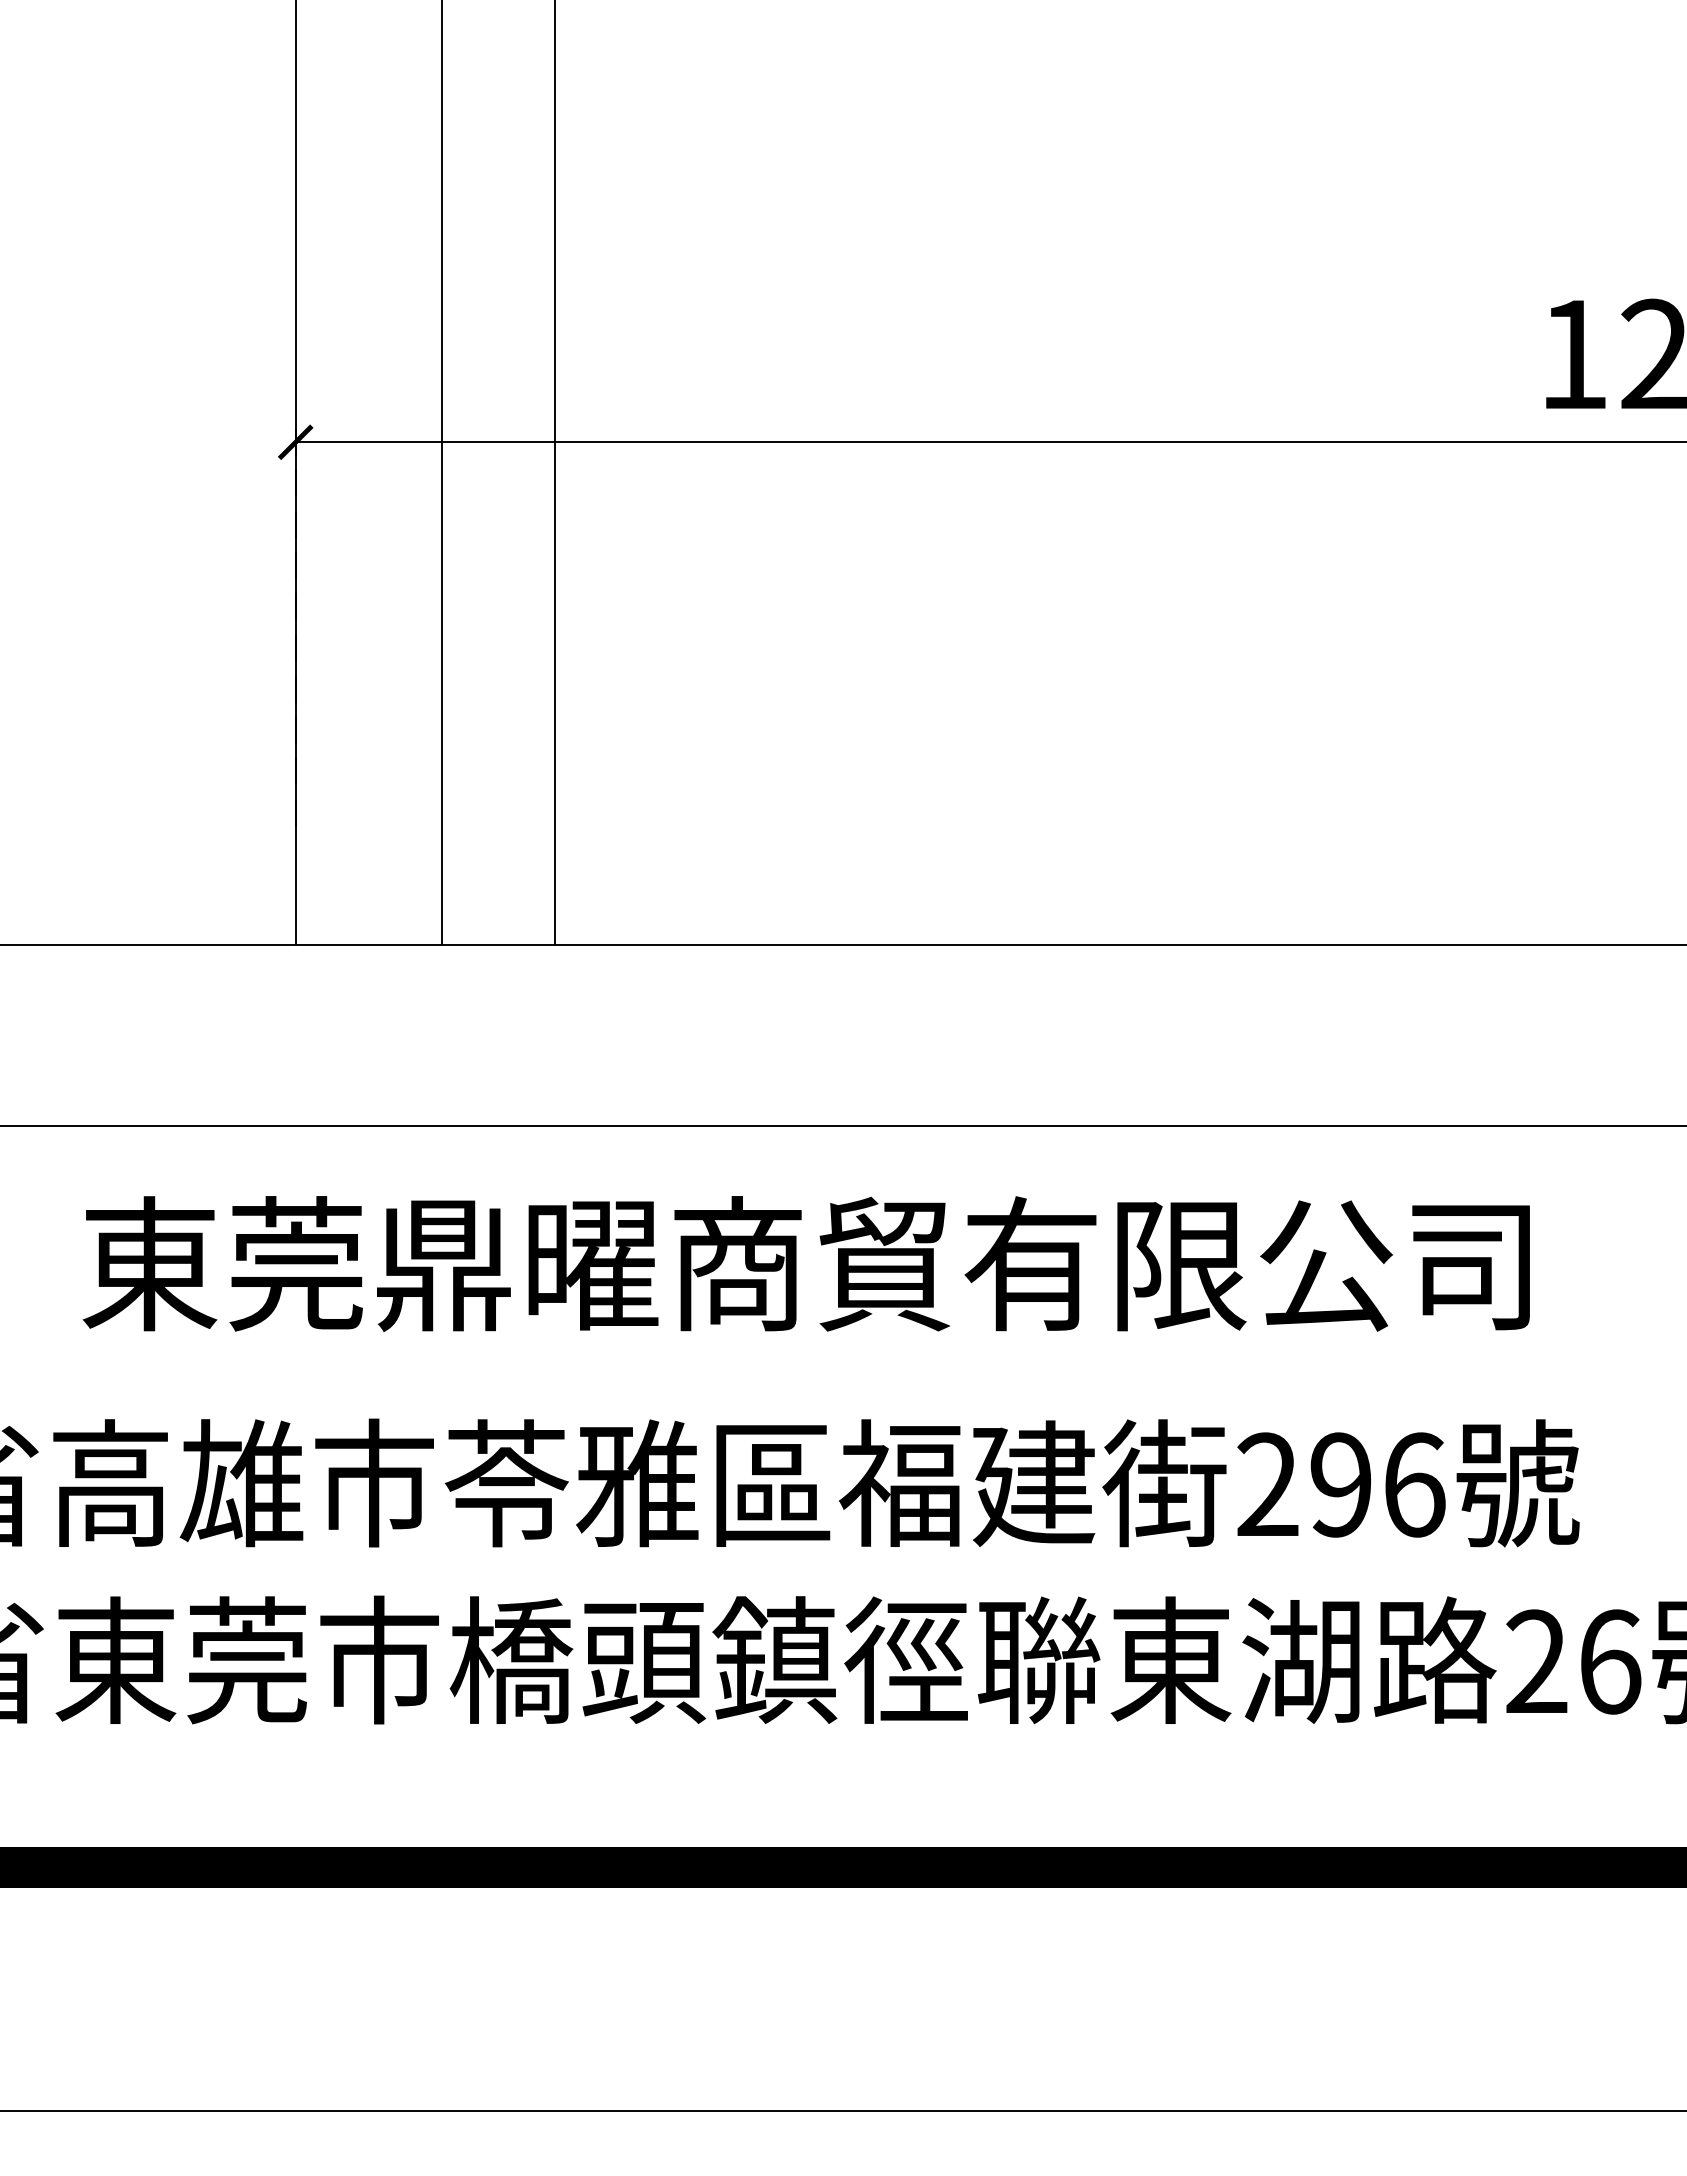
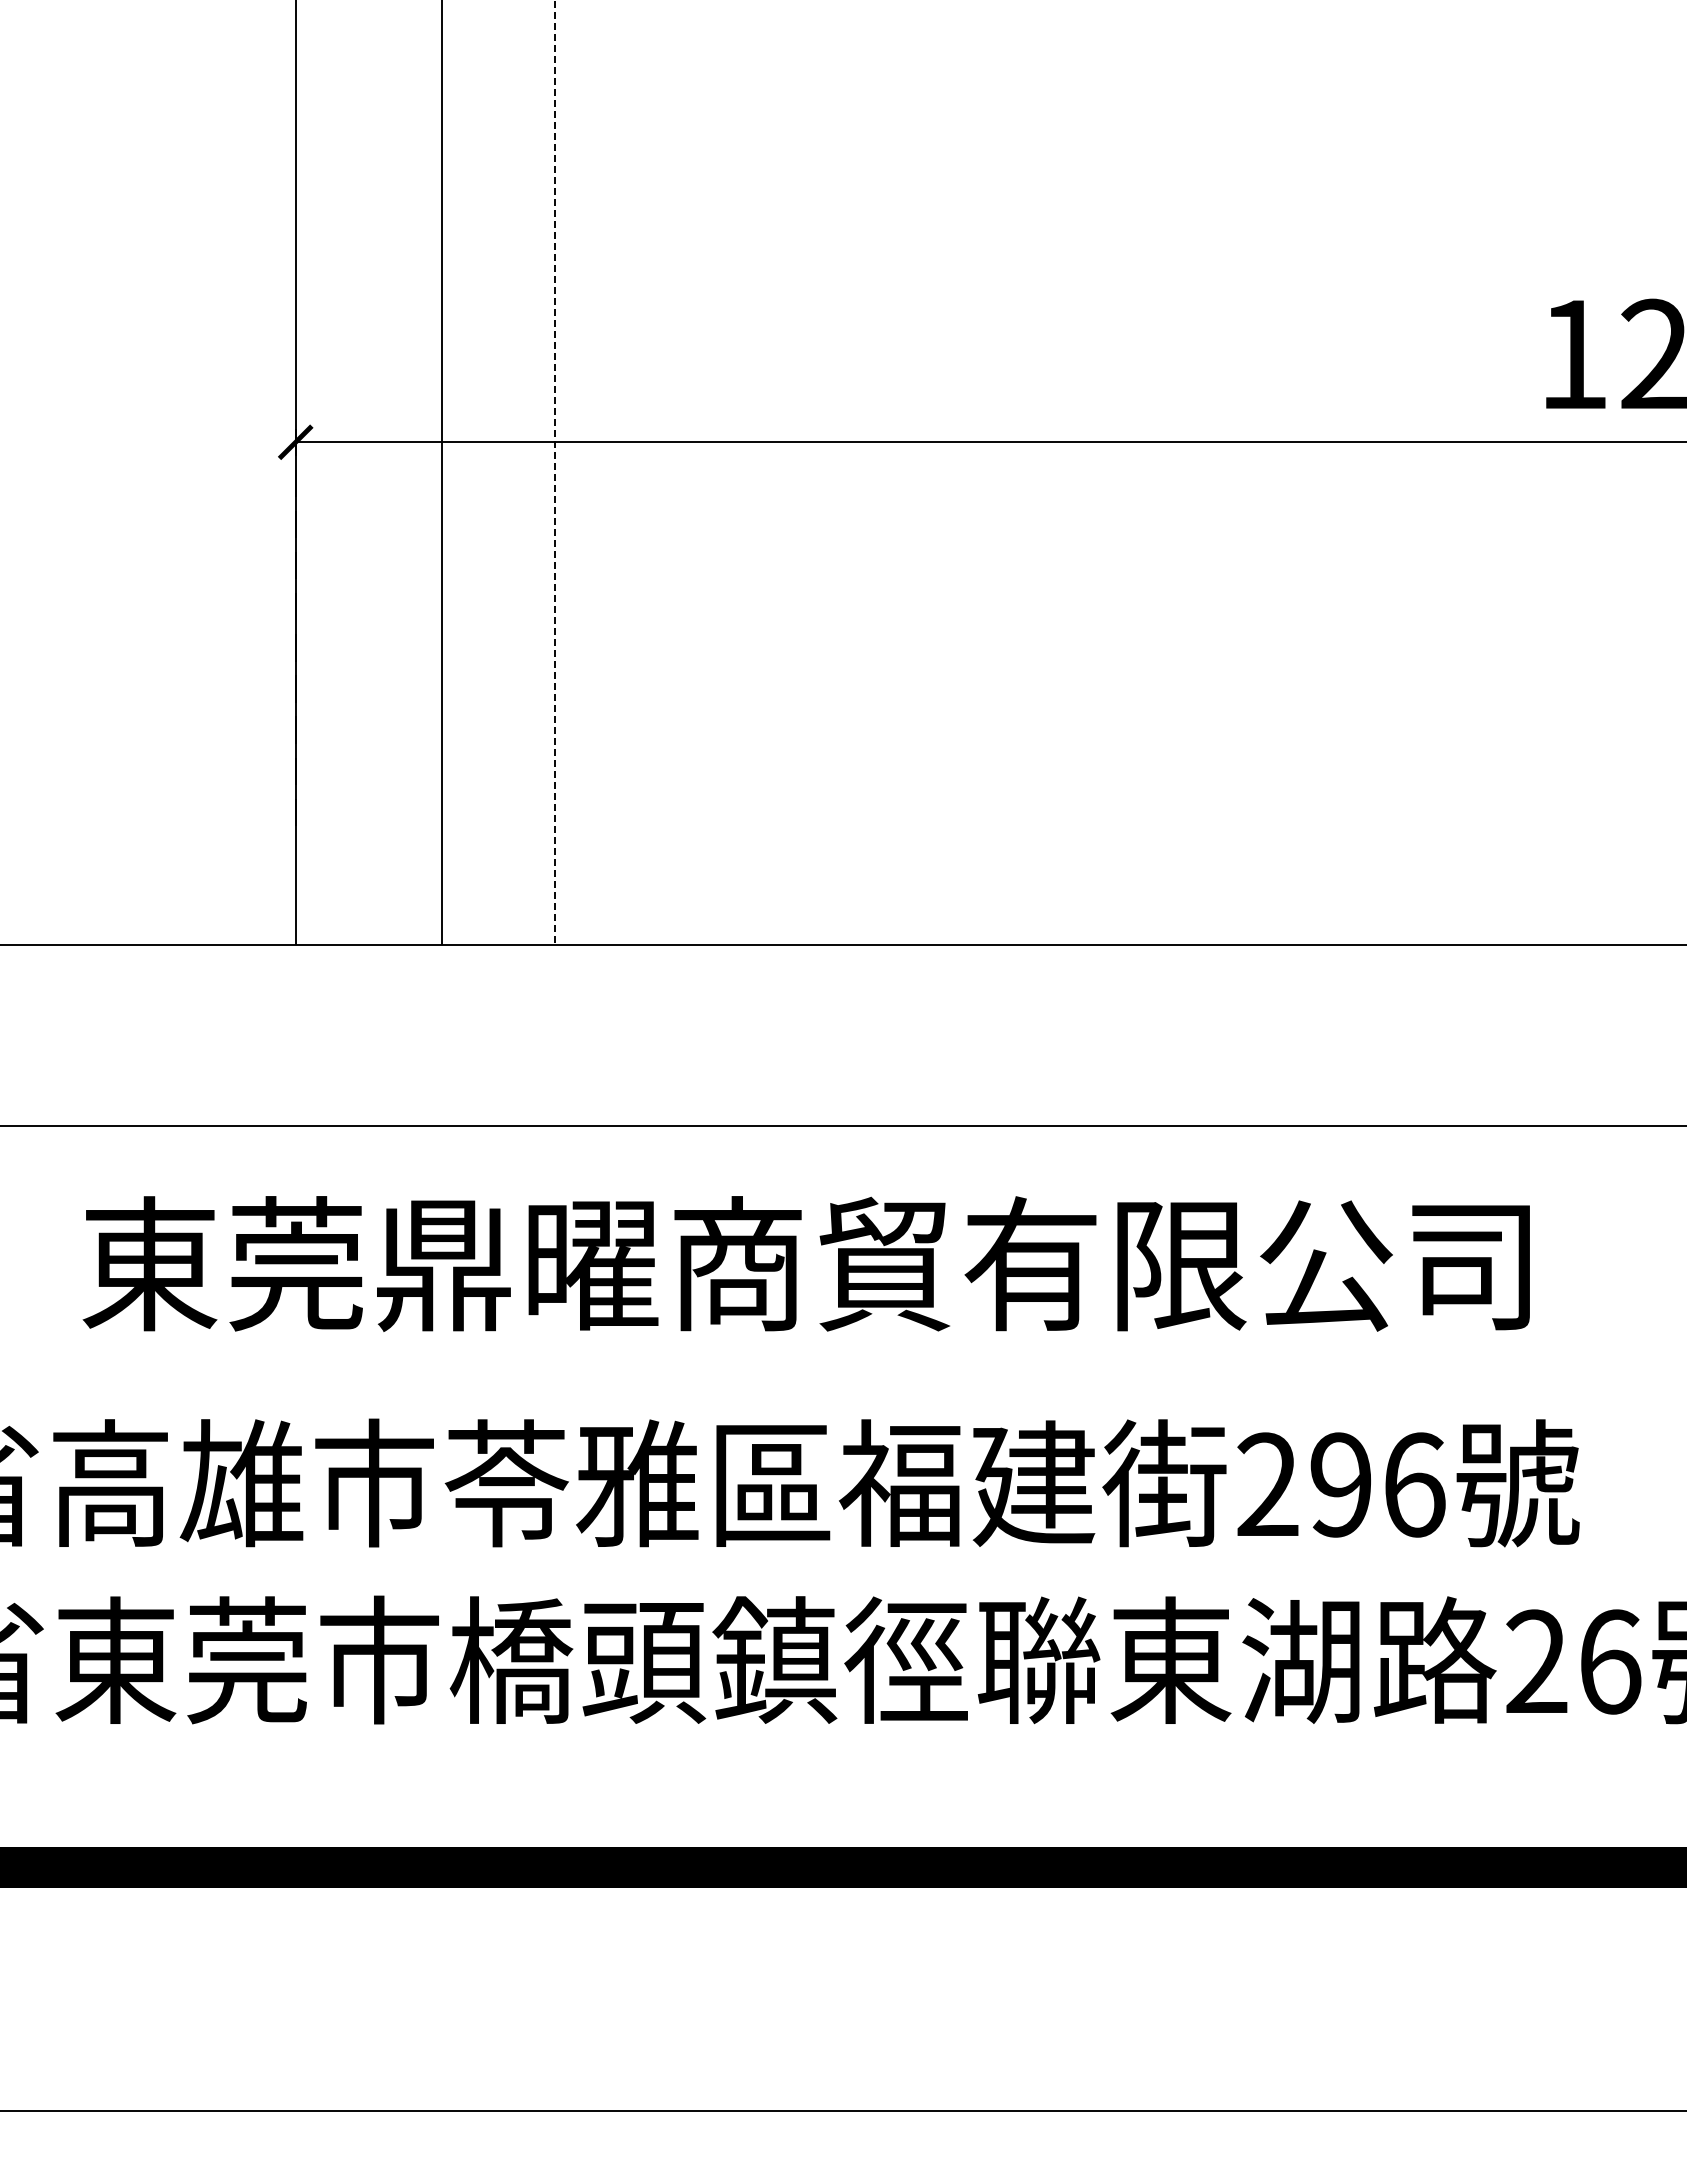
line at (554, 472): solid -> dashed
